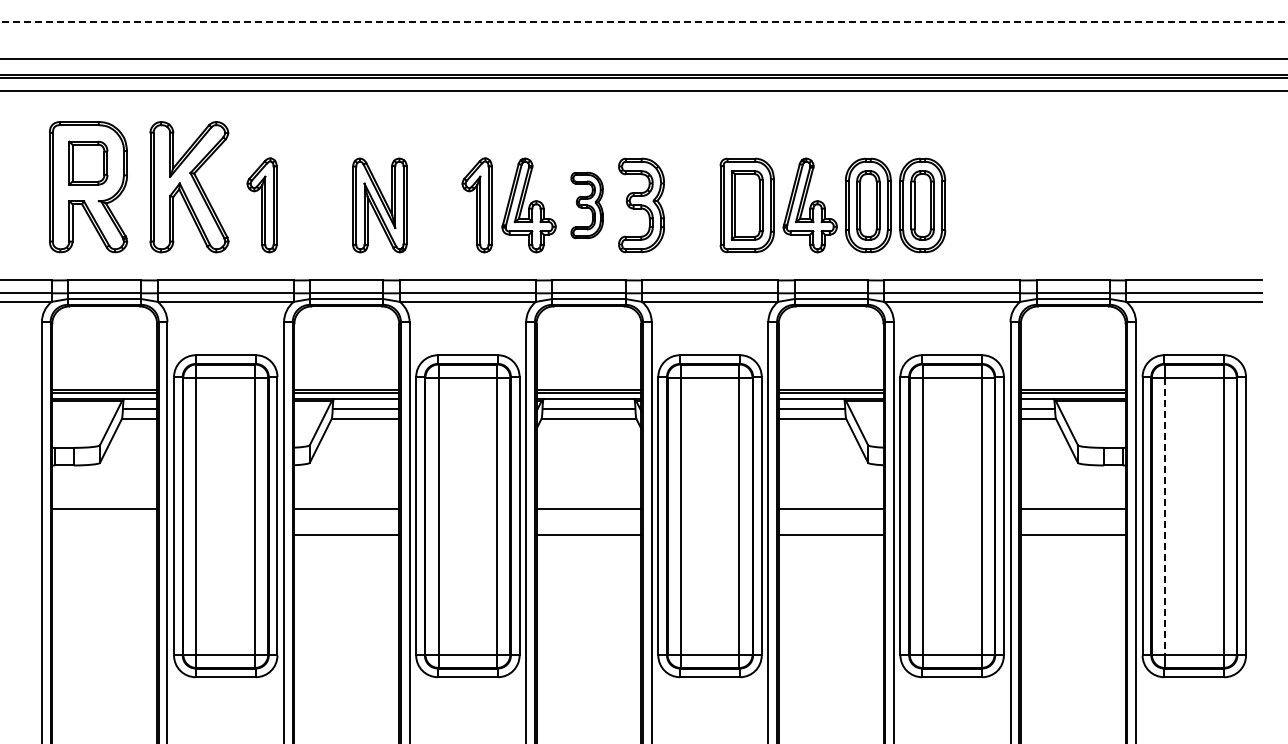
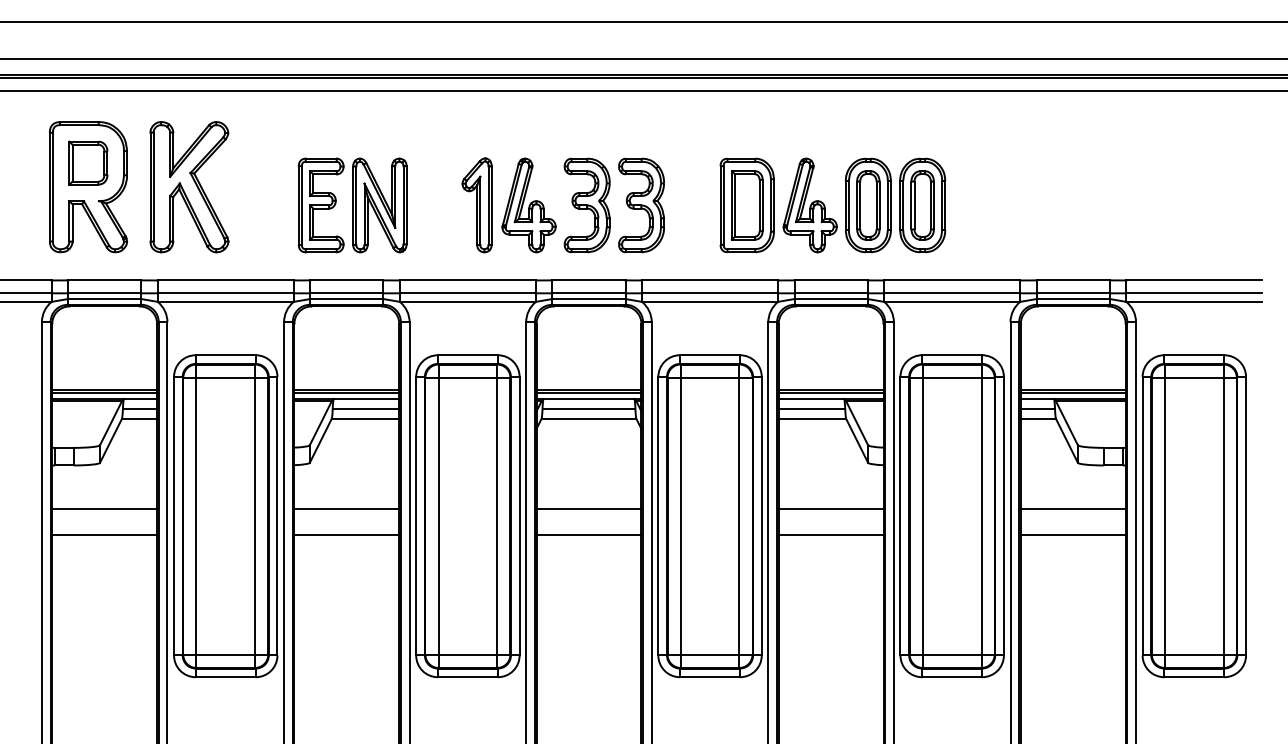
line at (643, 22): dashed -> solid
part at (261, 205): present -> none
part at (320, 205): none -> present
part at (586, 205) size: 34x69 px -> 48x97 px
line at (1164, 516): dashed -> solid
line at (104, 534): none -> present
